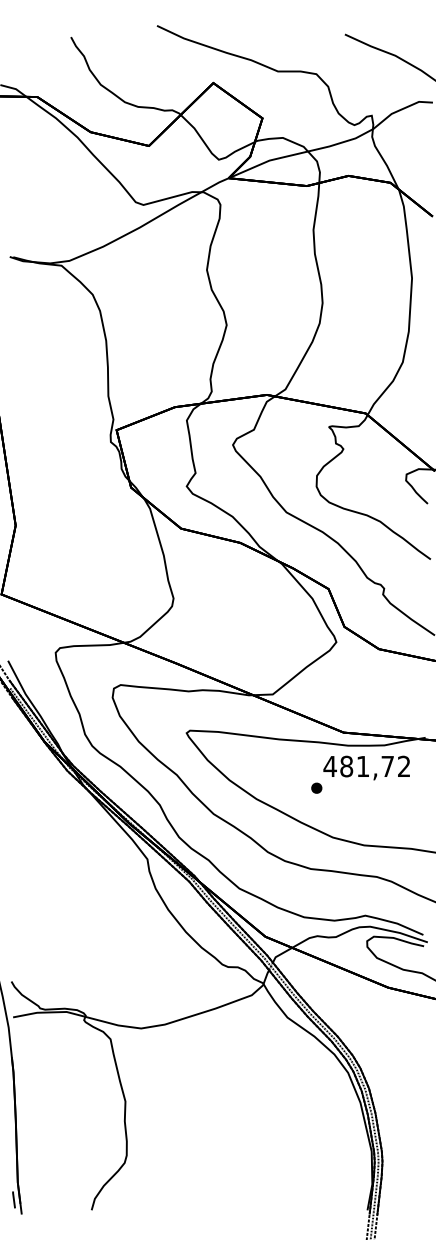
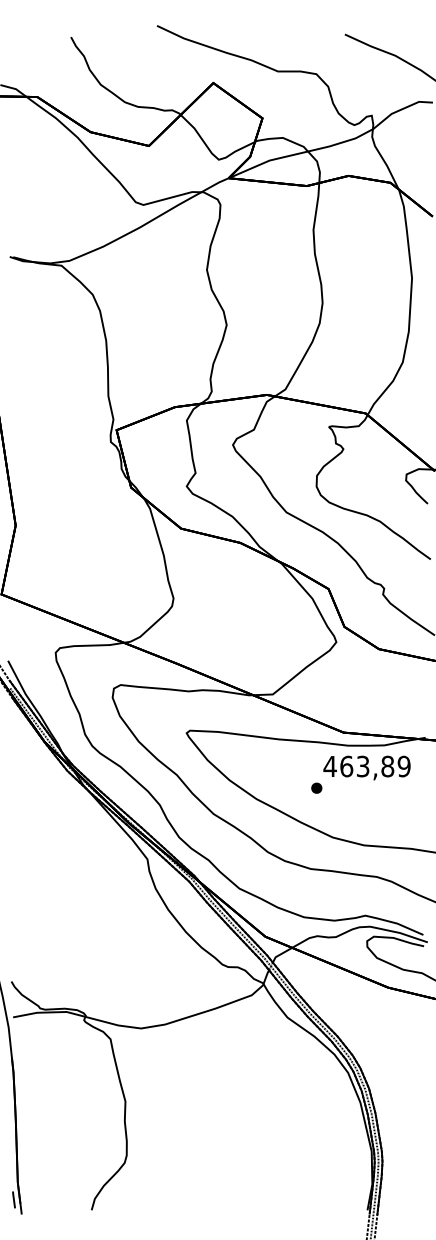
text at (375, 766): 481,72 -> 463,89
